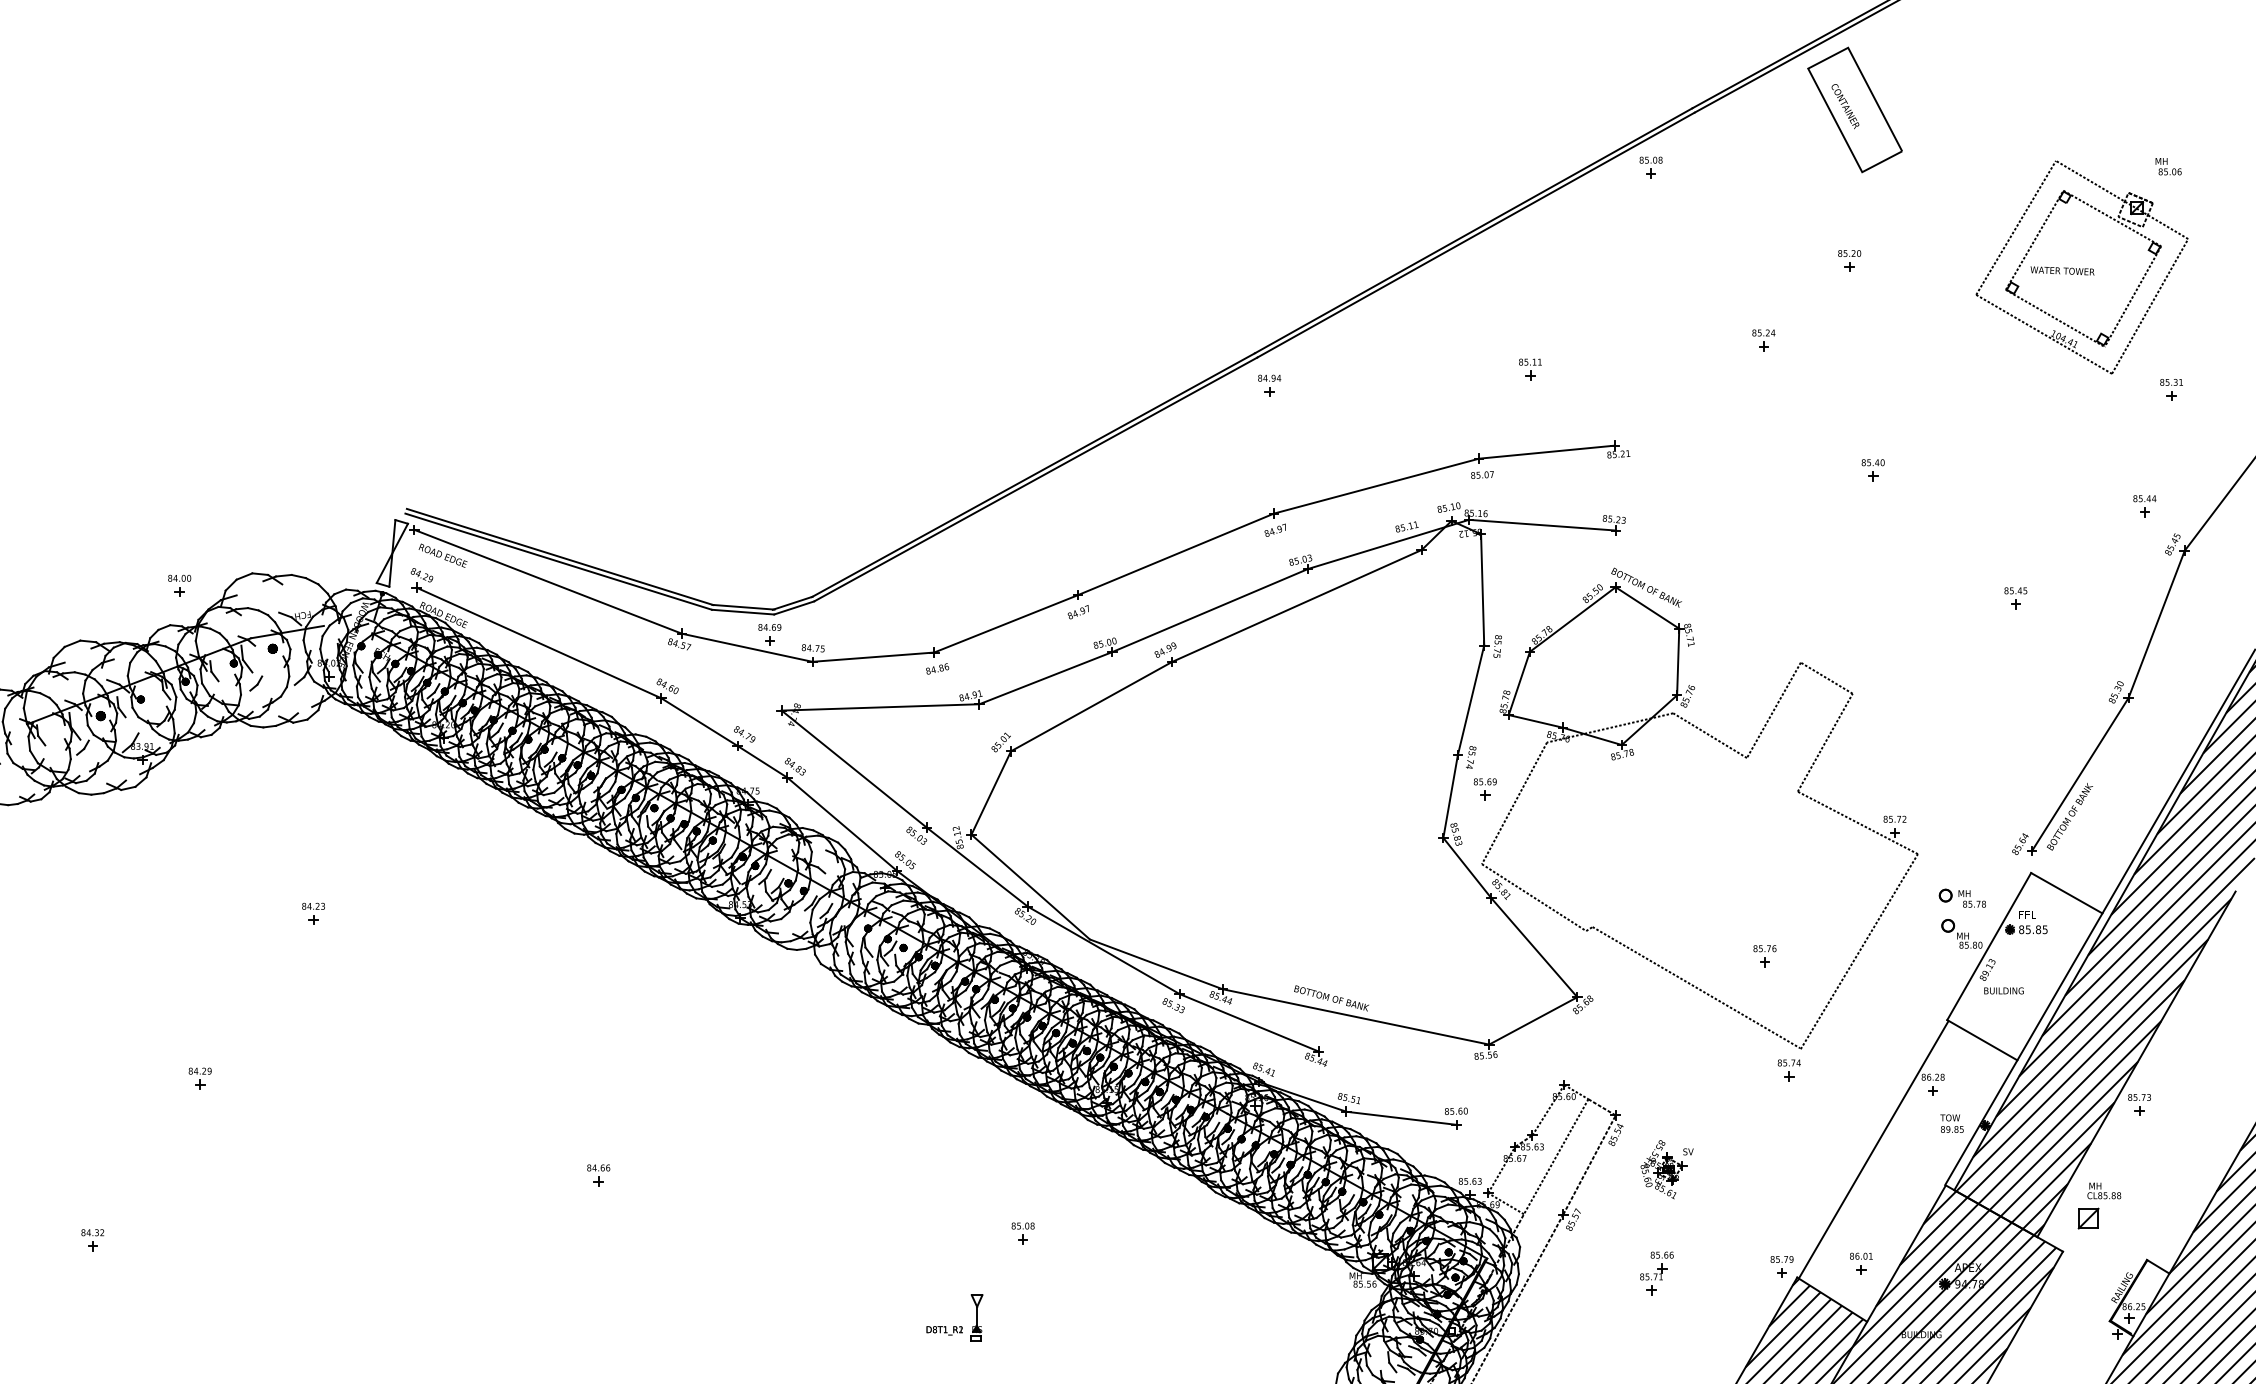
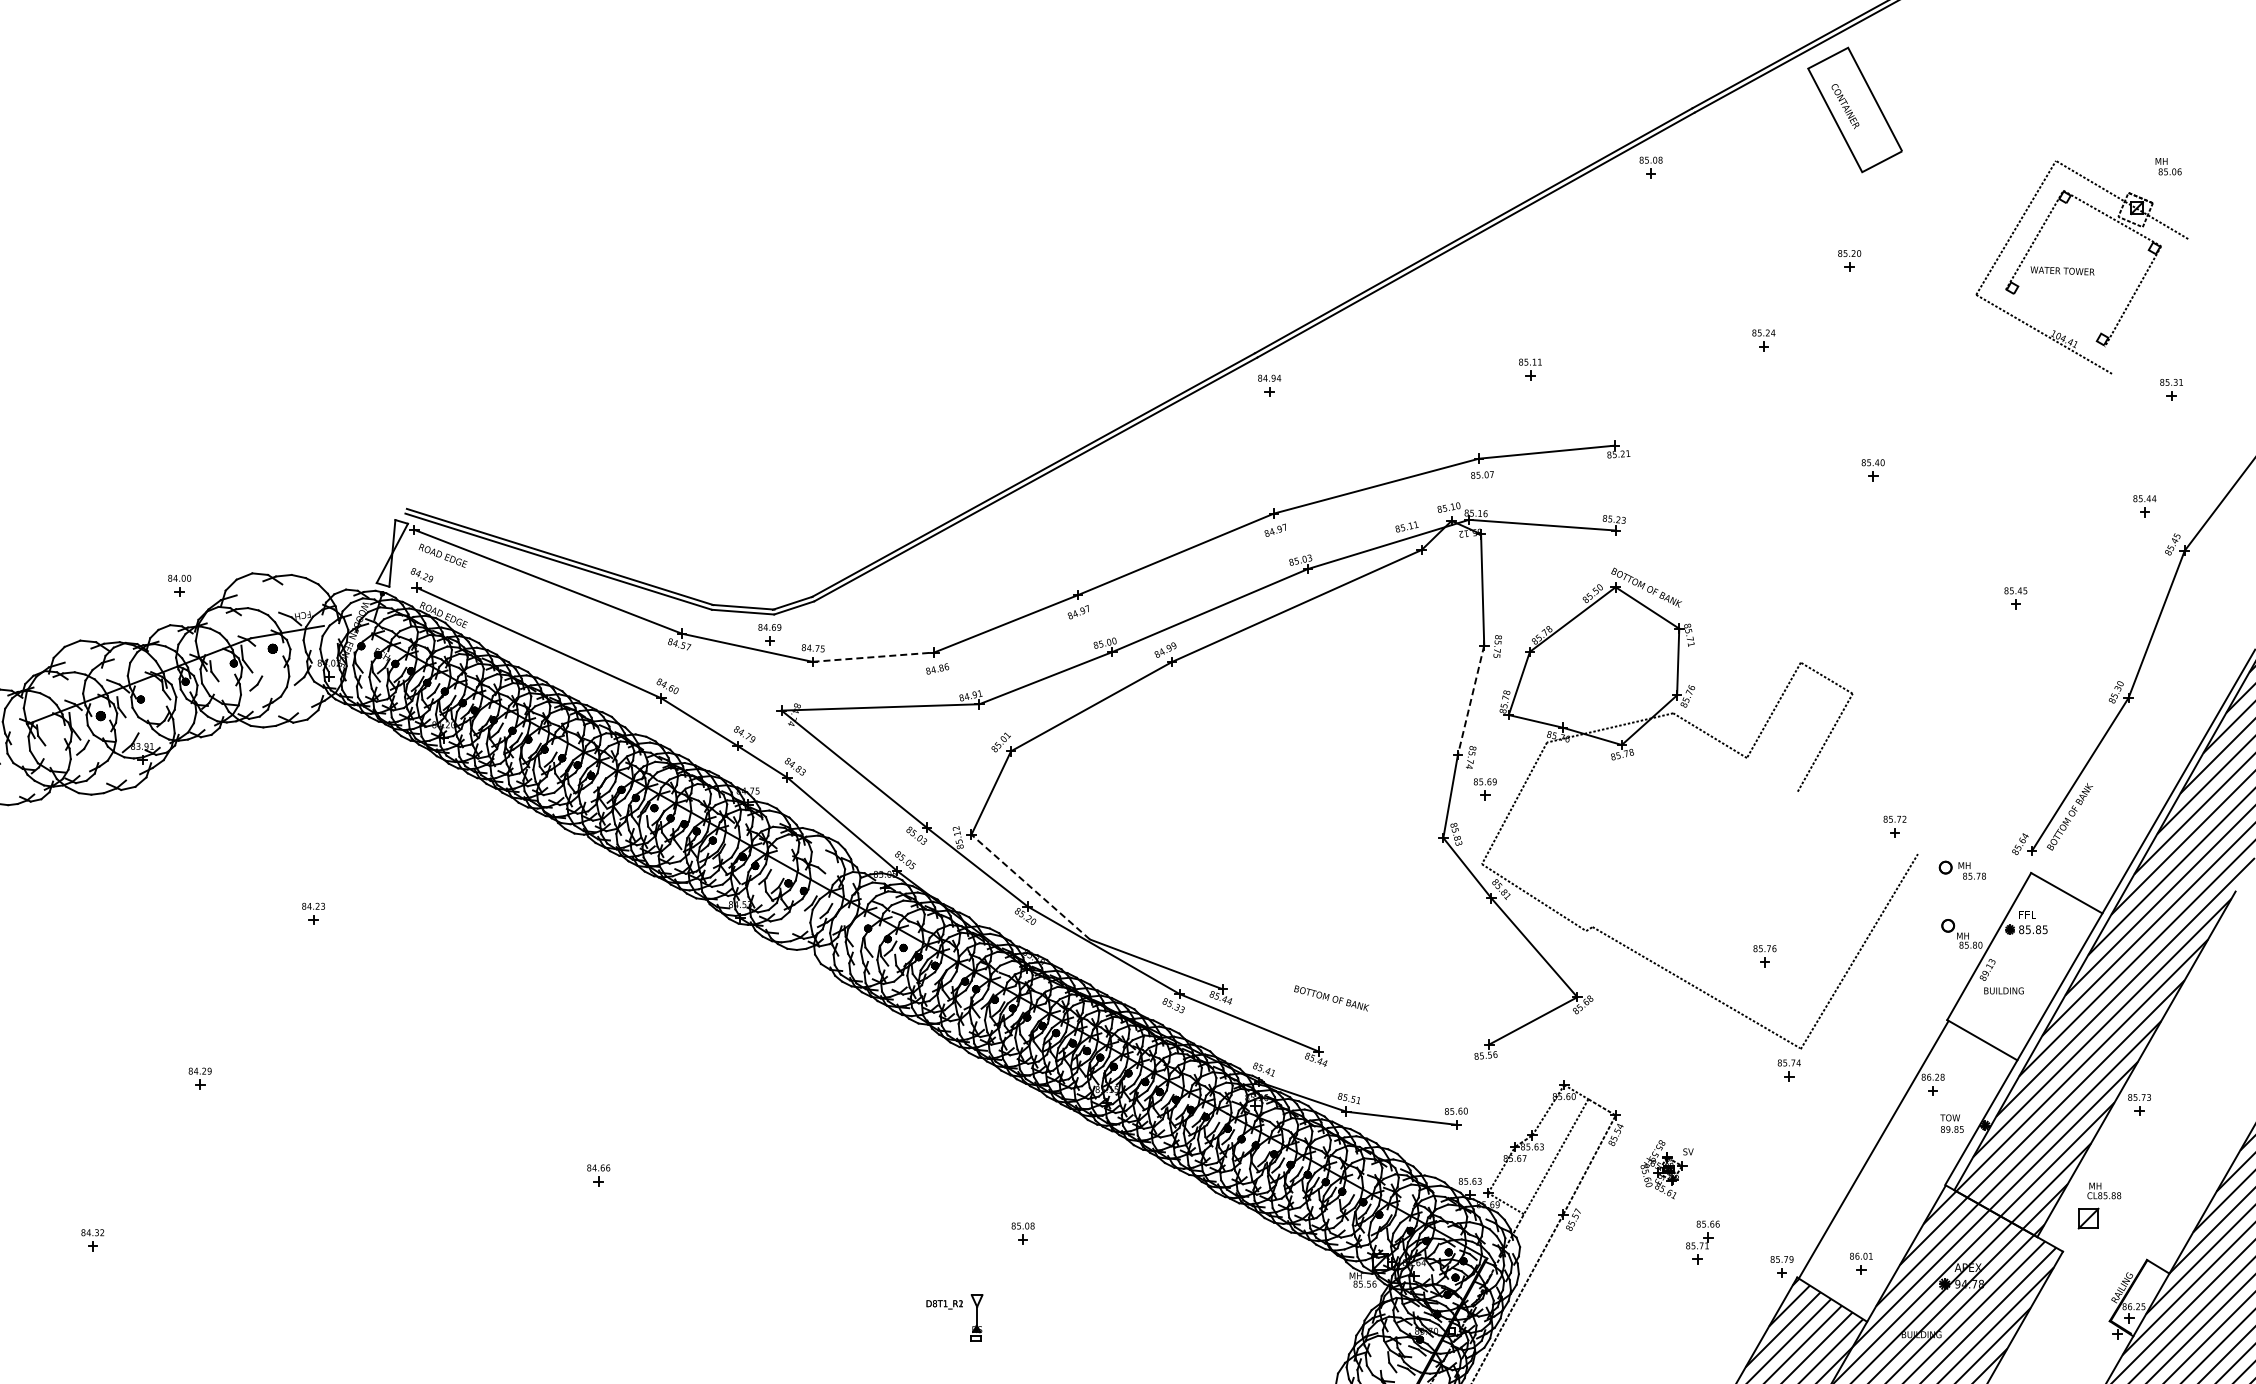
line at (2150, 306): present -> none
line at (2054, 317): present -> none
line at (873, 657): solid -> dashed
line at (1470, 700): solid -> dashed
line at (1857, 822): present -> none
line at (1030, 886): solid -> dashed
part at (1961, 897) position: (1961, 897) -> (1961, 869)
line at (1355, 1016): present -> none
part at (1656, 1273) position: (1656, 1273) -> (1702, 1242)
text at (944, 1330) position: (944, 1330) -> (944, 1304)
